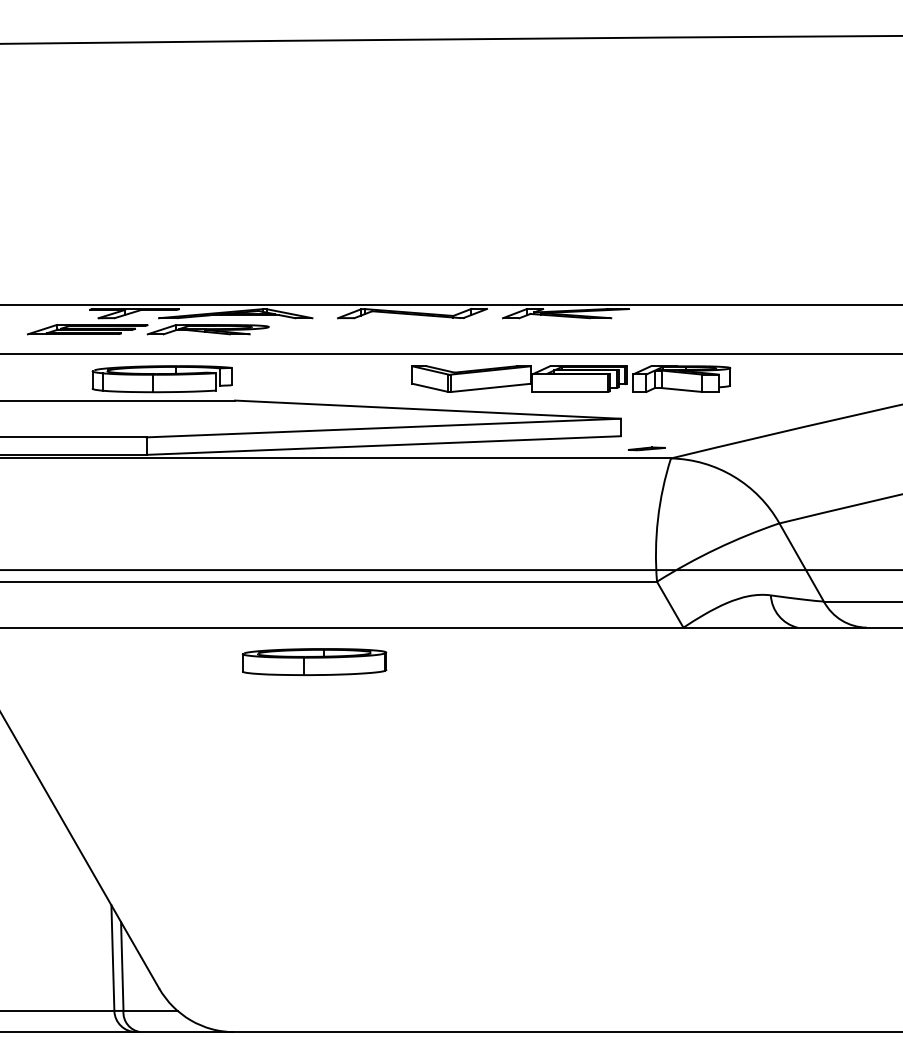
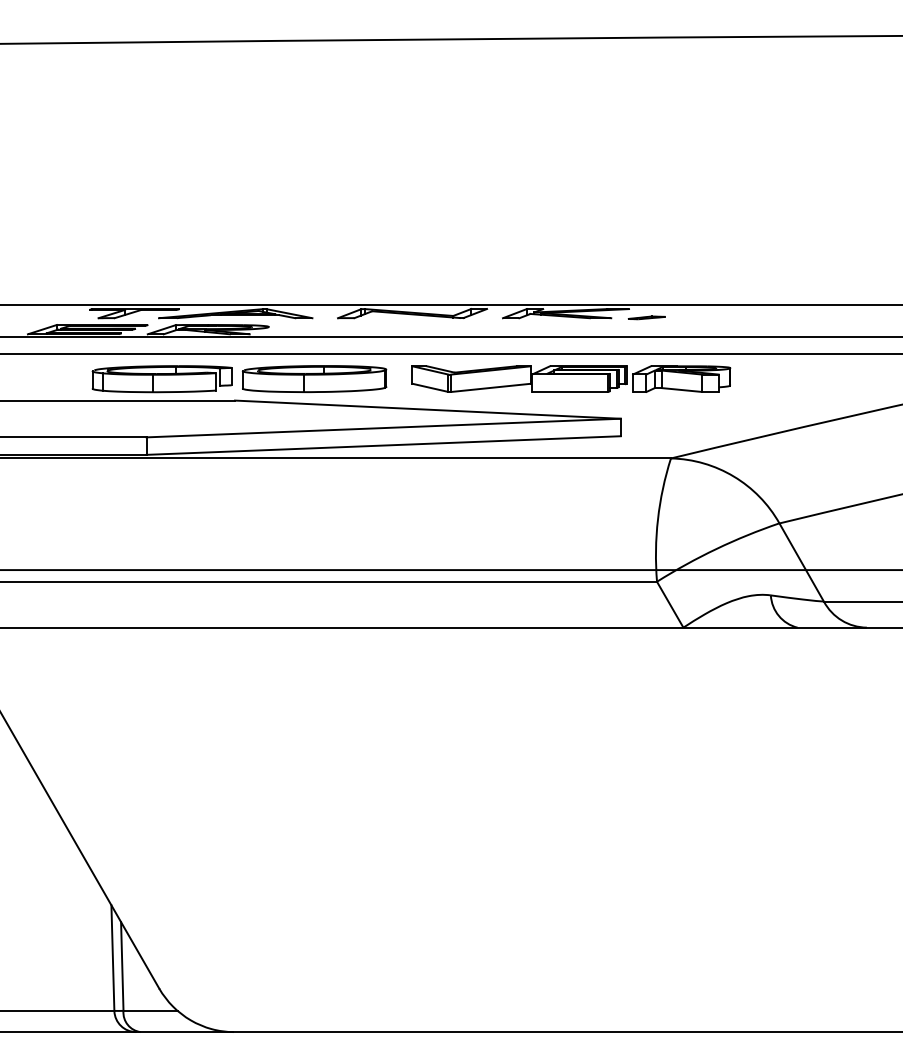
line at (450, 336): none -> present
line at (646, 448) position: (646, 448) -> (646, 317)
part at (314, 661) position: (314, 661) -> (314, 378)
